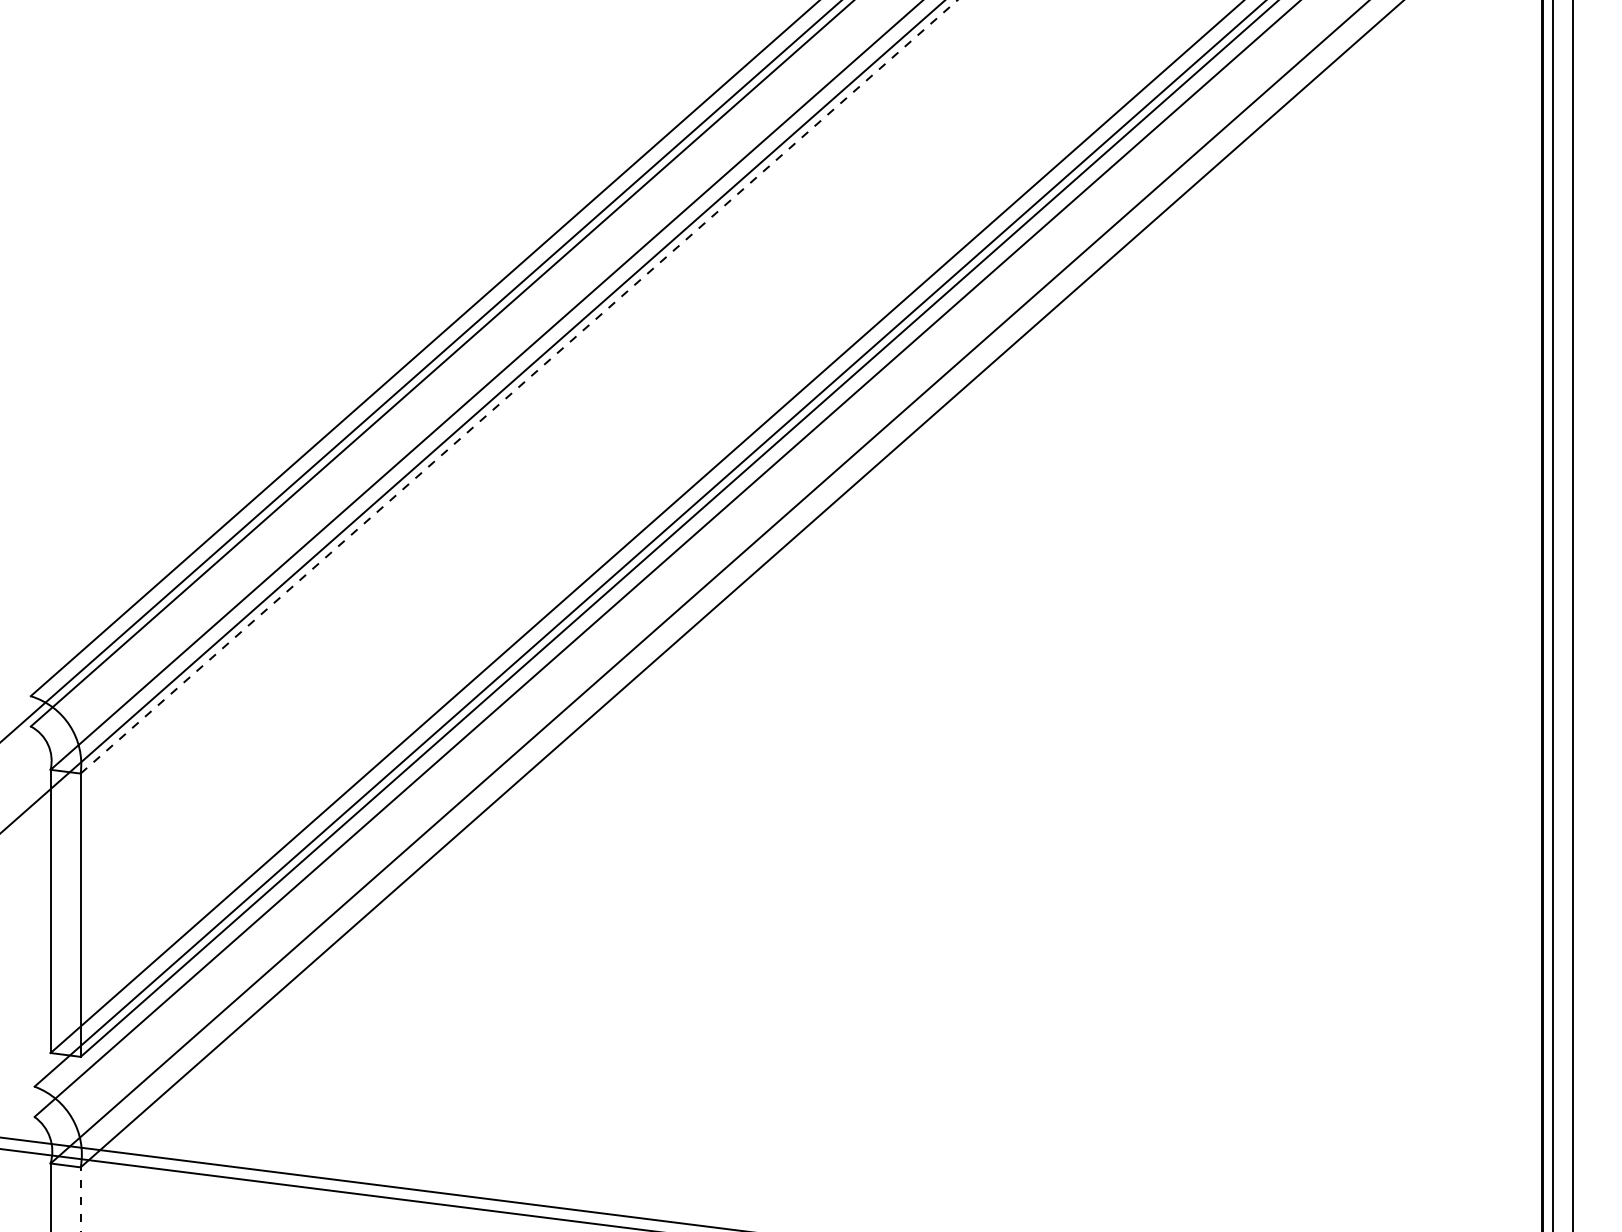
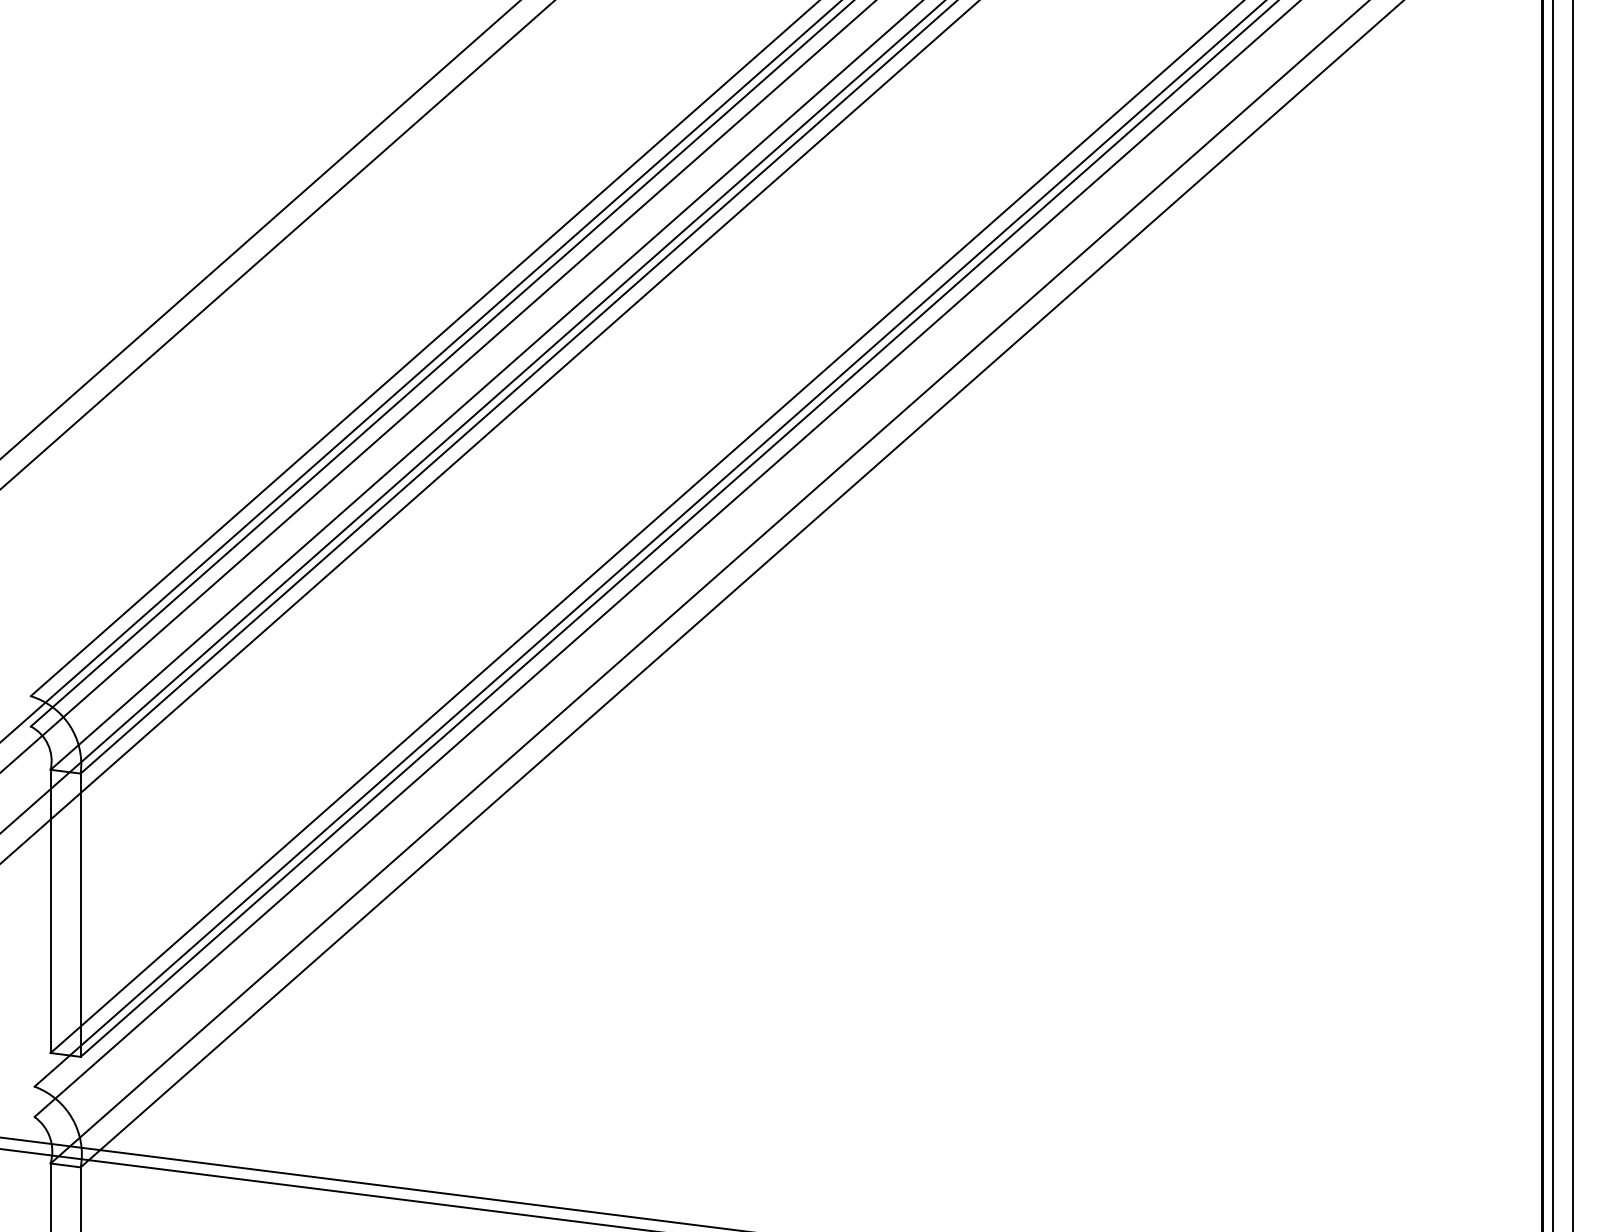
line at (260, 229): none -> present
line at (277, 245): none -> present
line at (438, 386): none -> present
line at (519, 386): dashed -> solid
line at (489, 431): none -> present
line at (80, 1199): dashed -> solid
